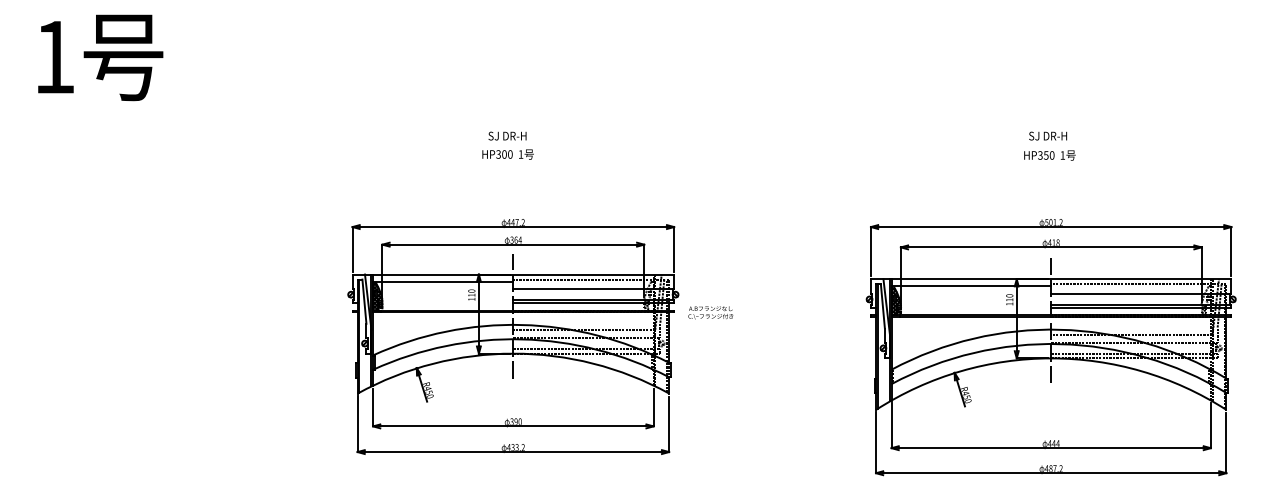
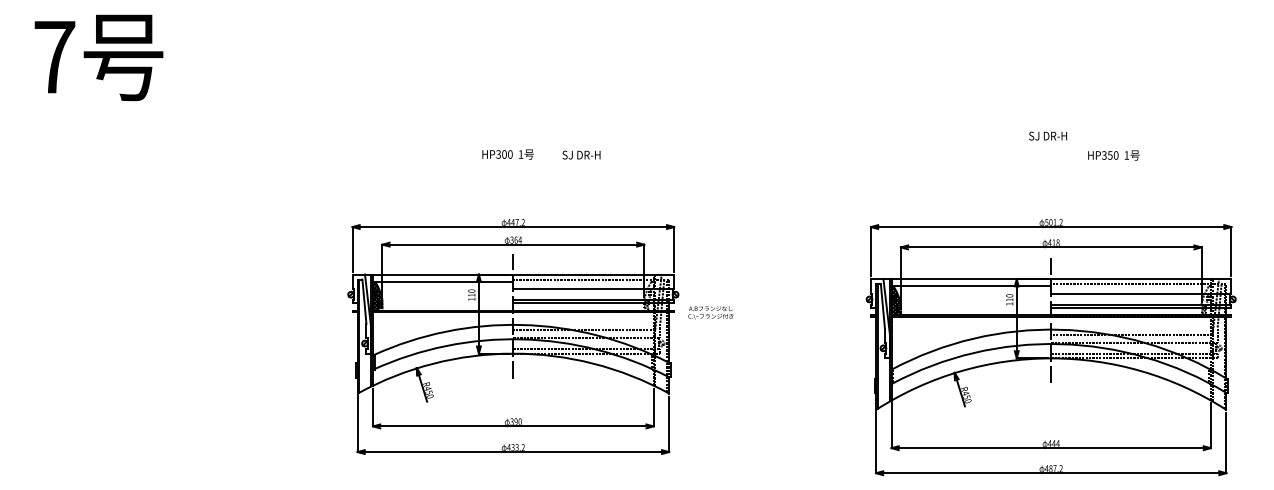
text at (54, 57): 1 -> 7
text at (507, 135) position: (507, 135) -> (581, 154)
text at (1049, 155) position: (1049, 155) -> (1113, 155)
